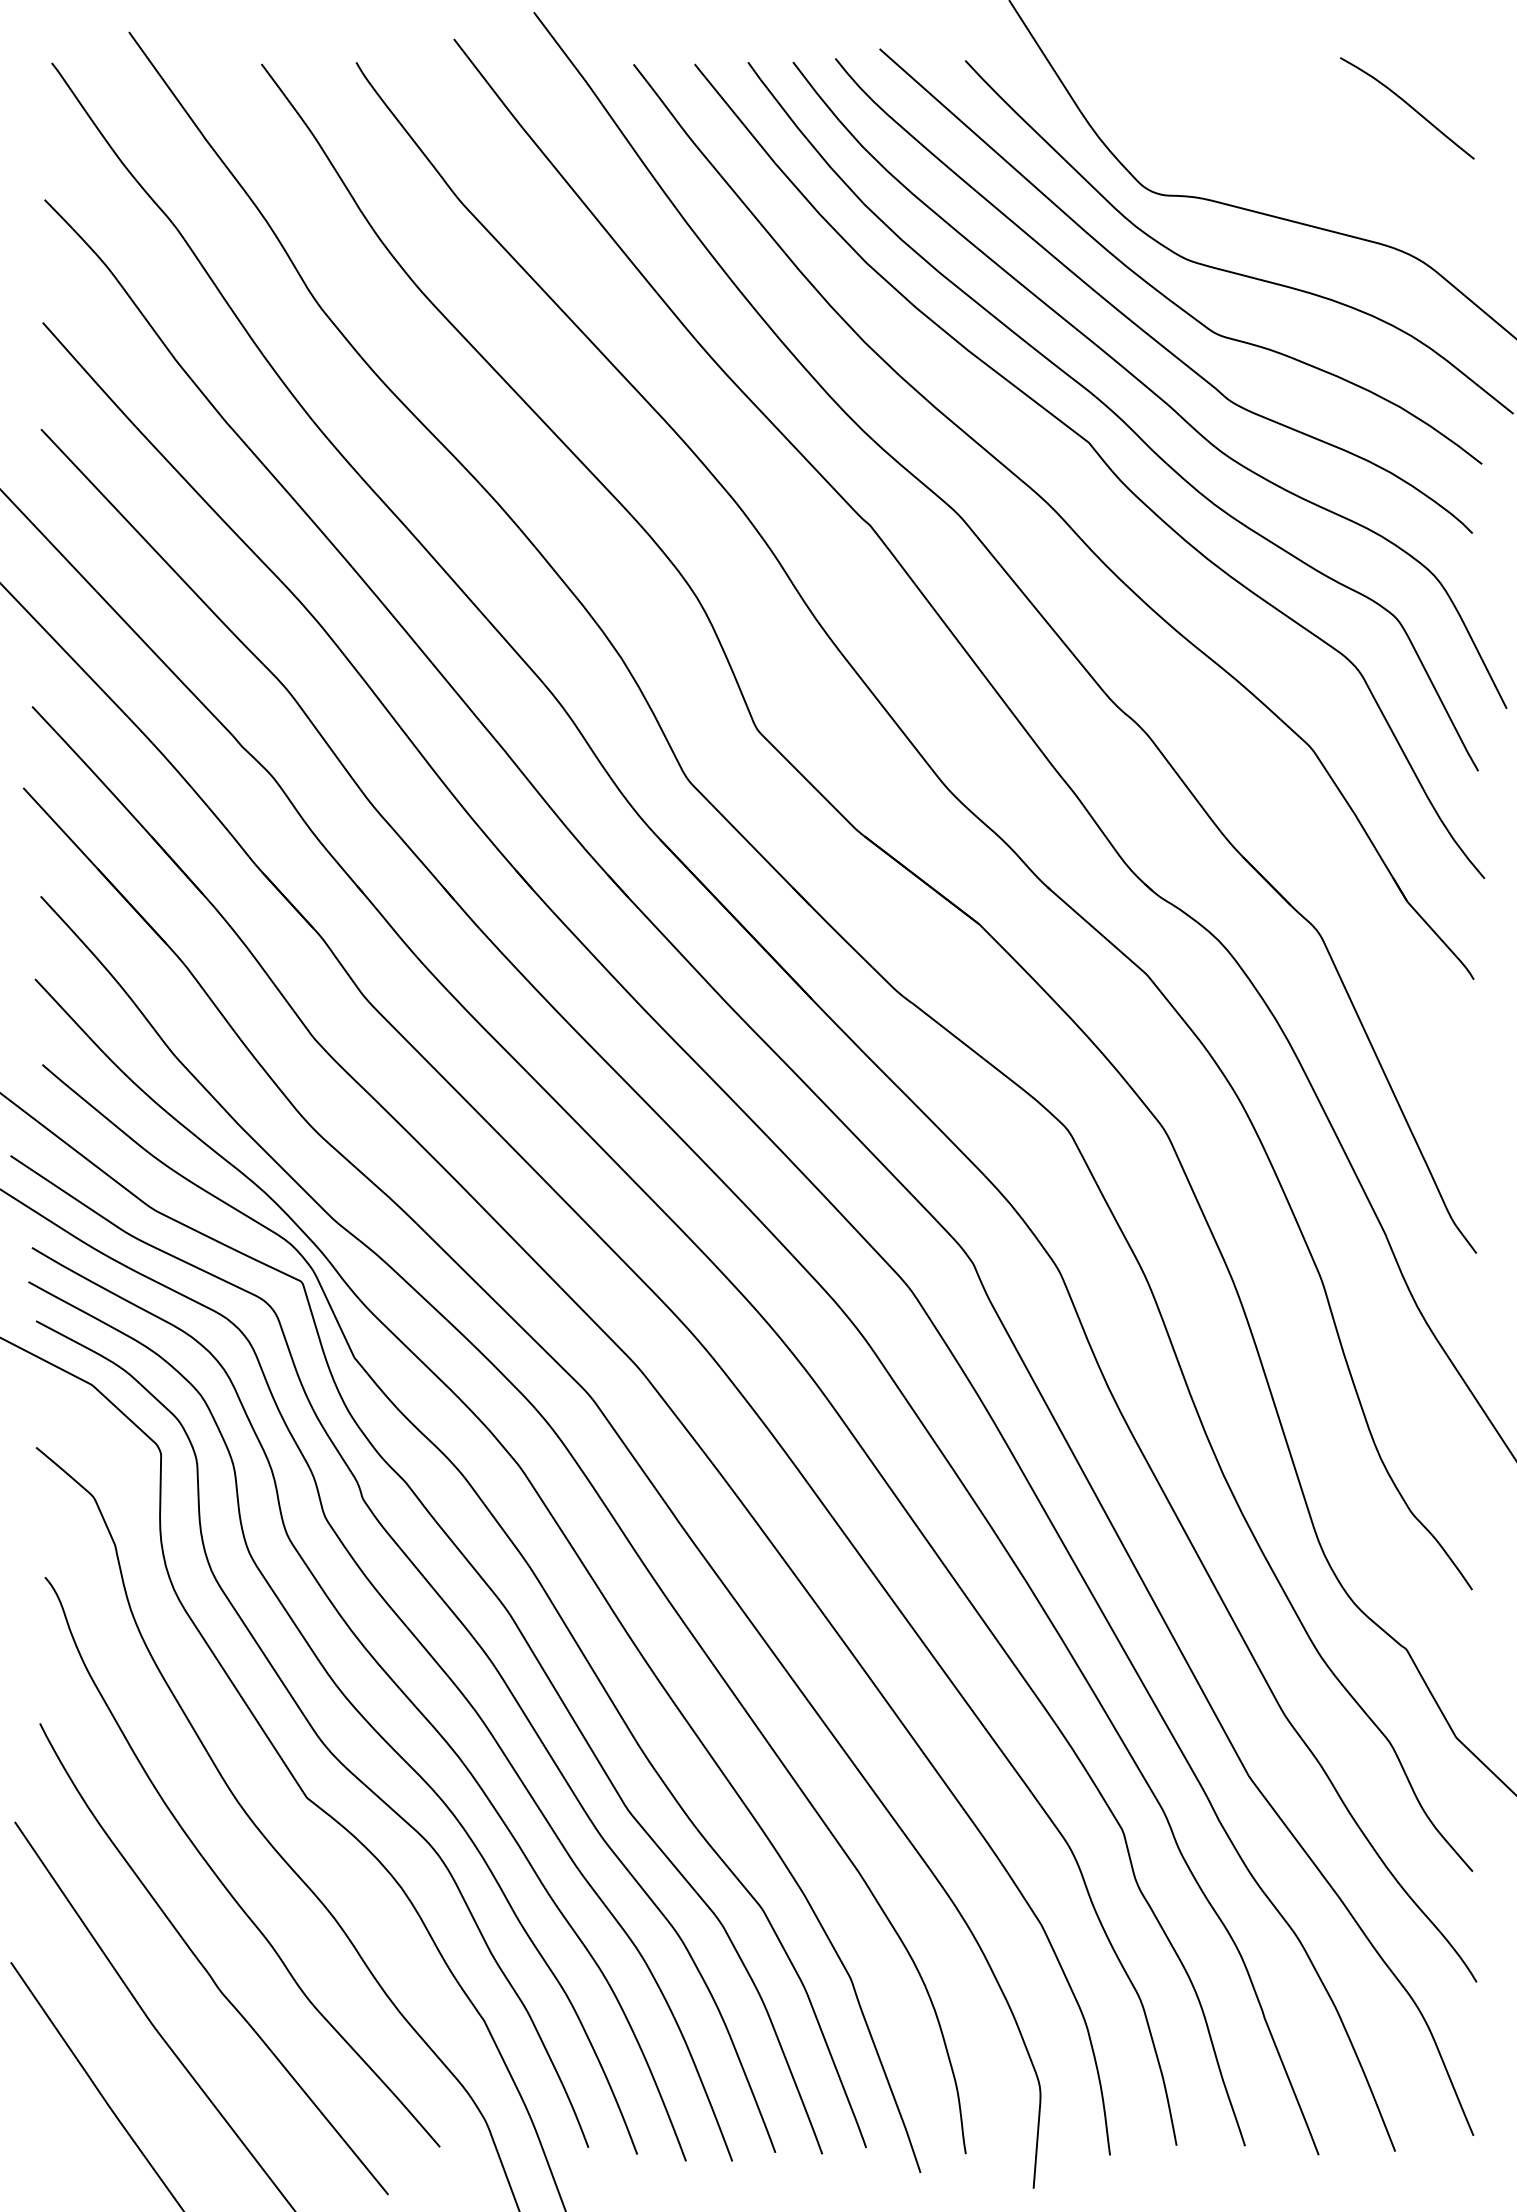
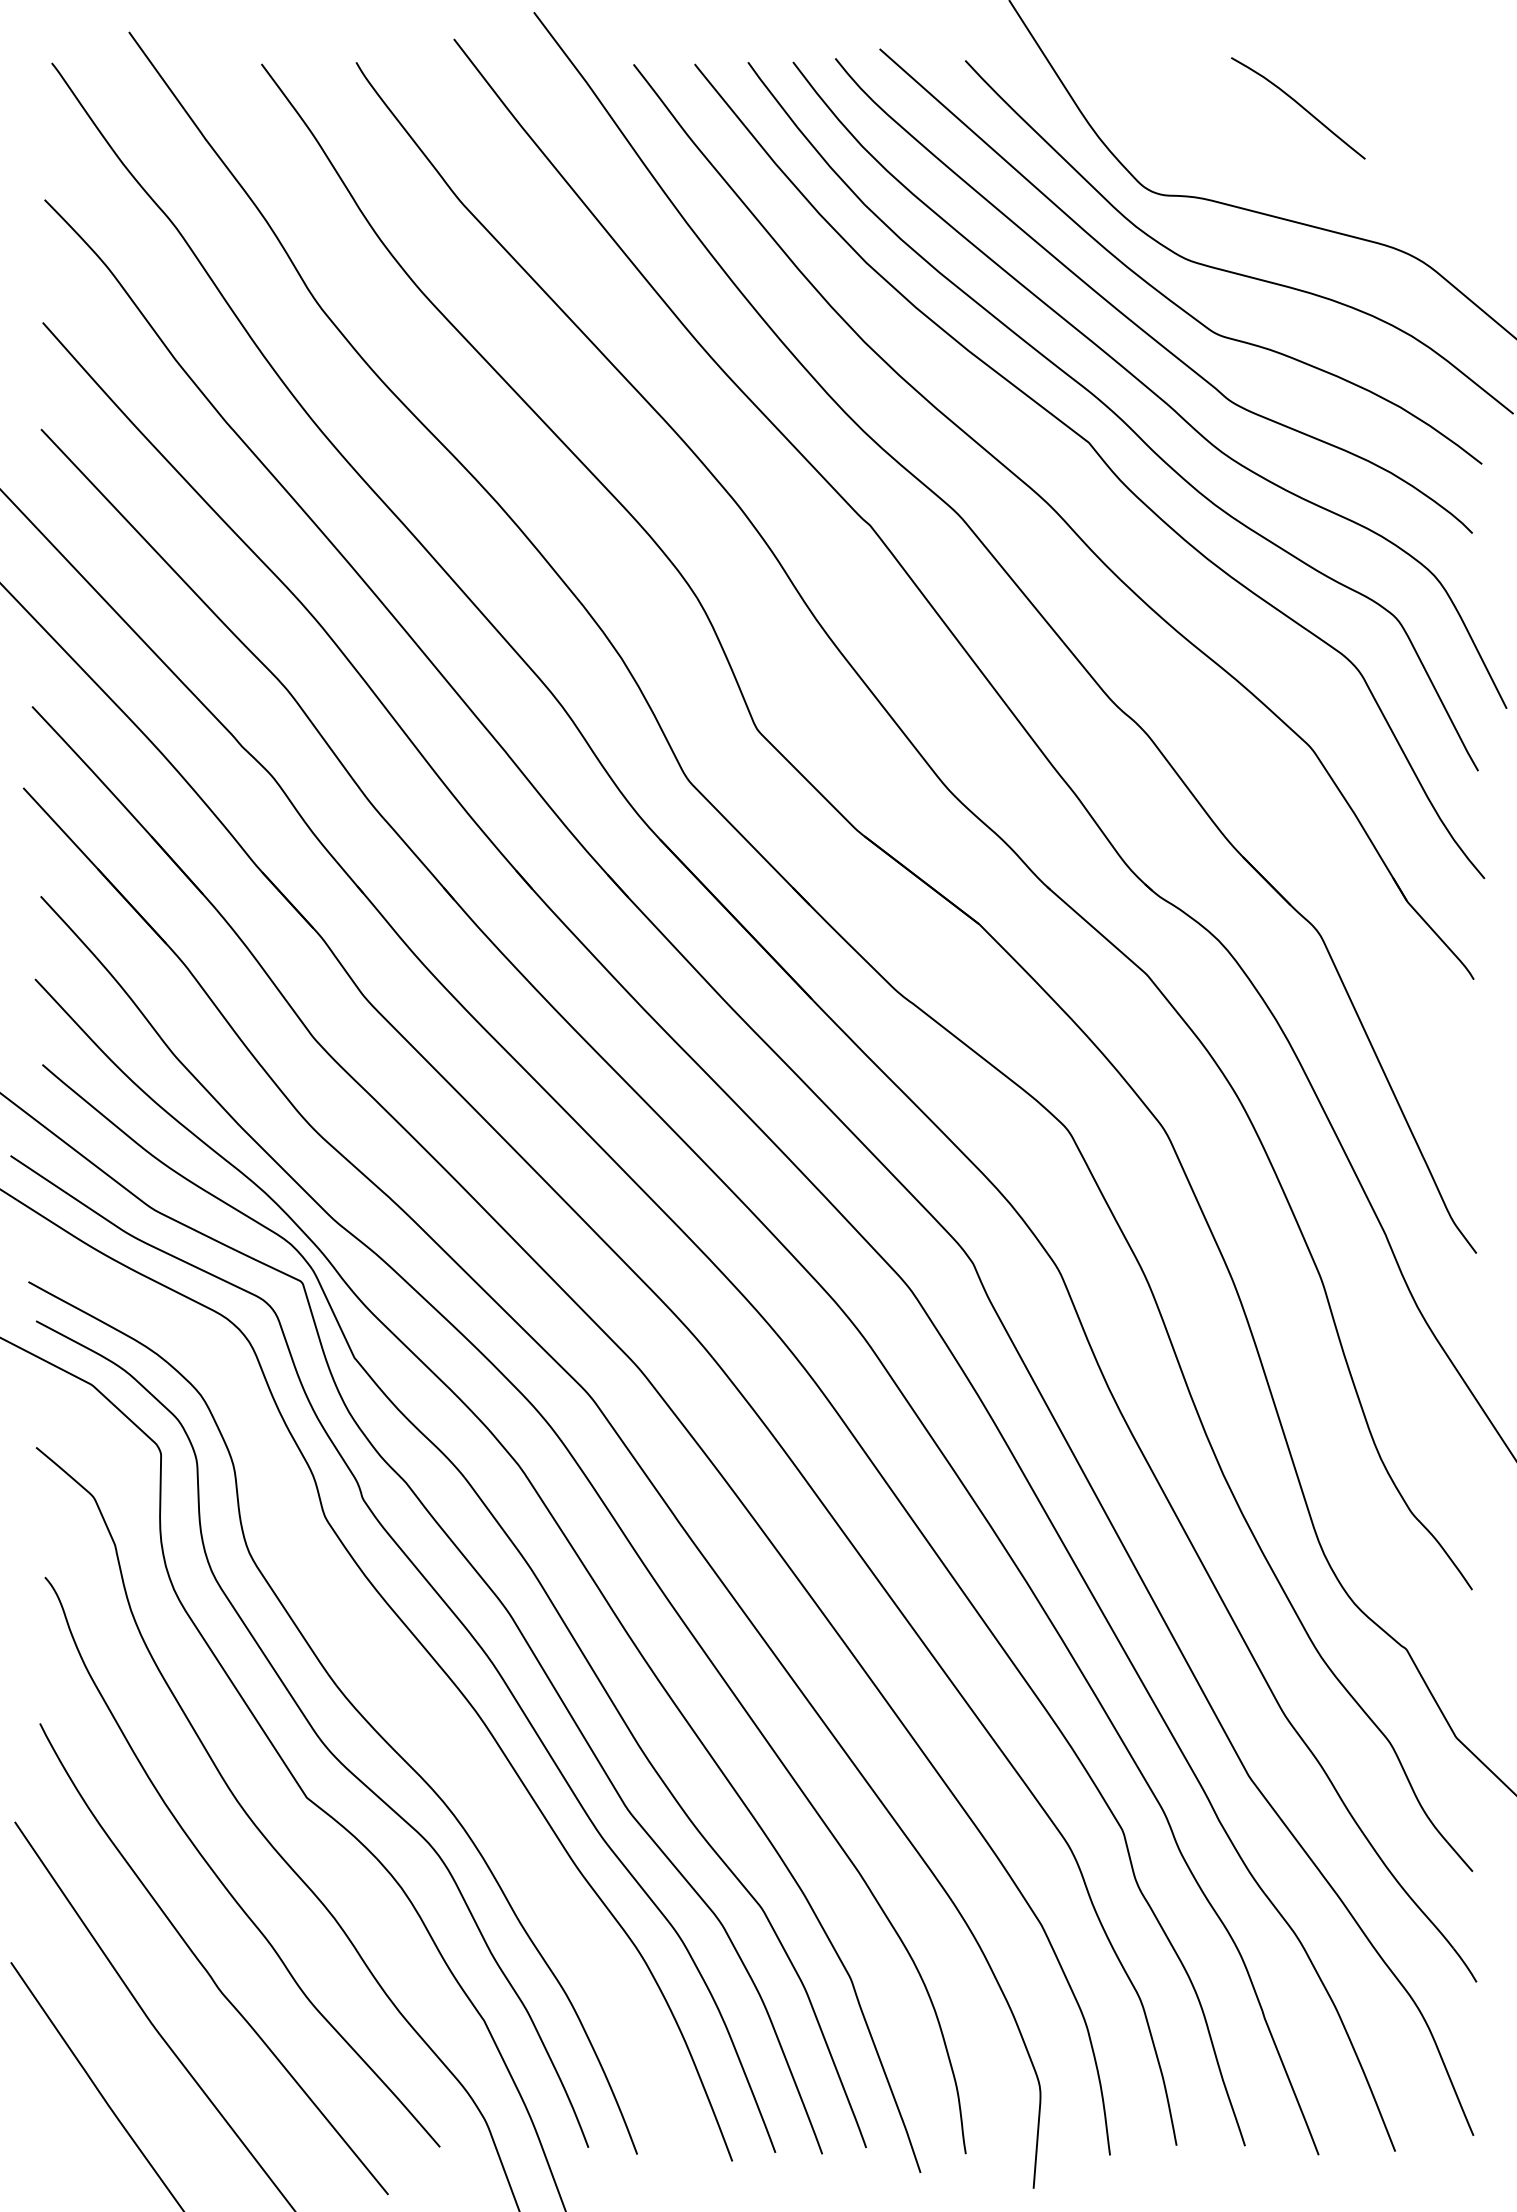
curve at (1409, 106) position: (1409, 106) -> (1300, 106)
curve at (387, 1676): present -> none
